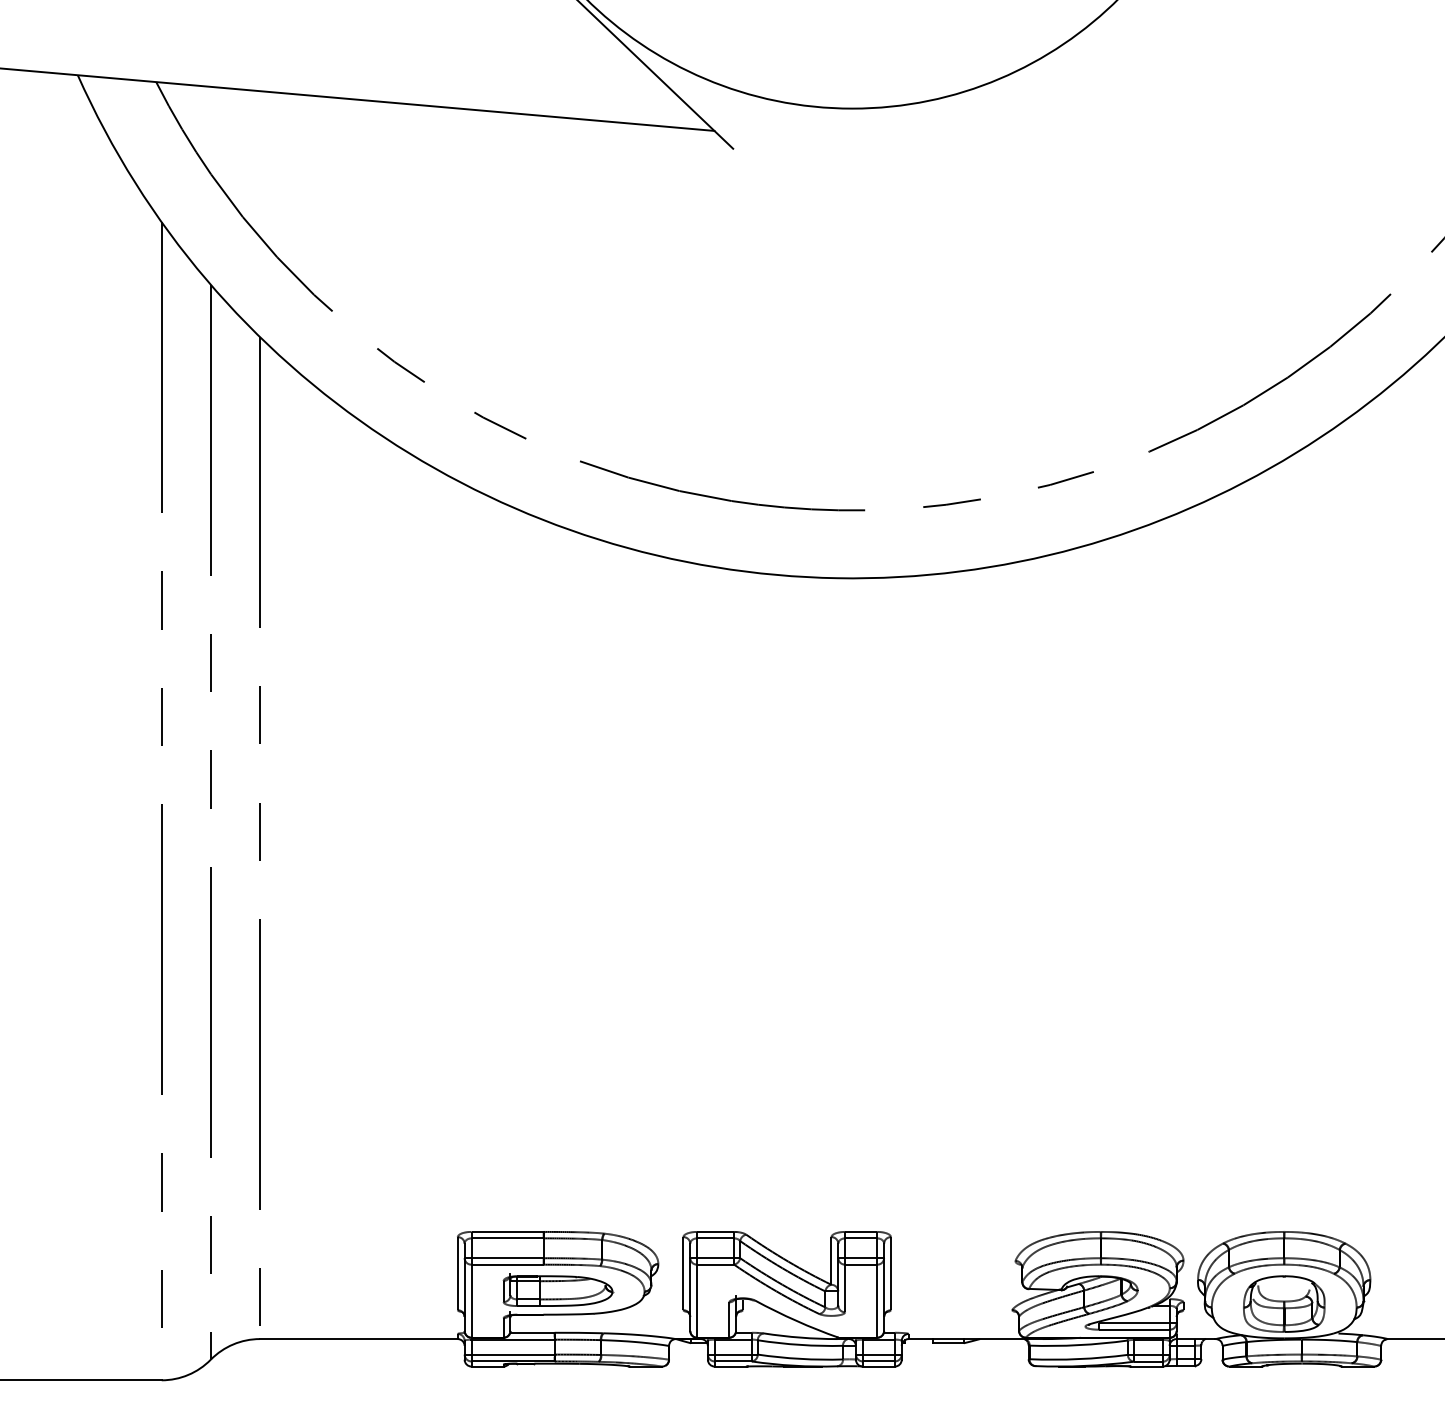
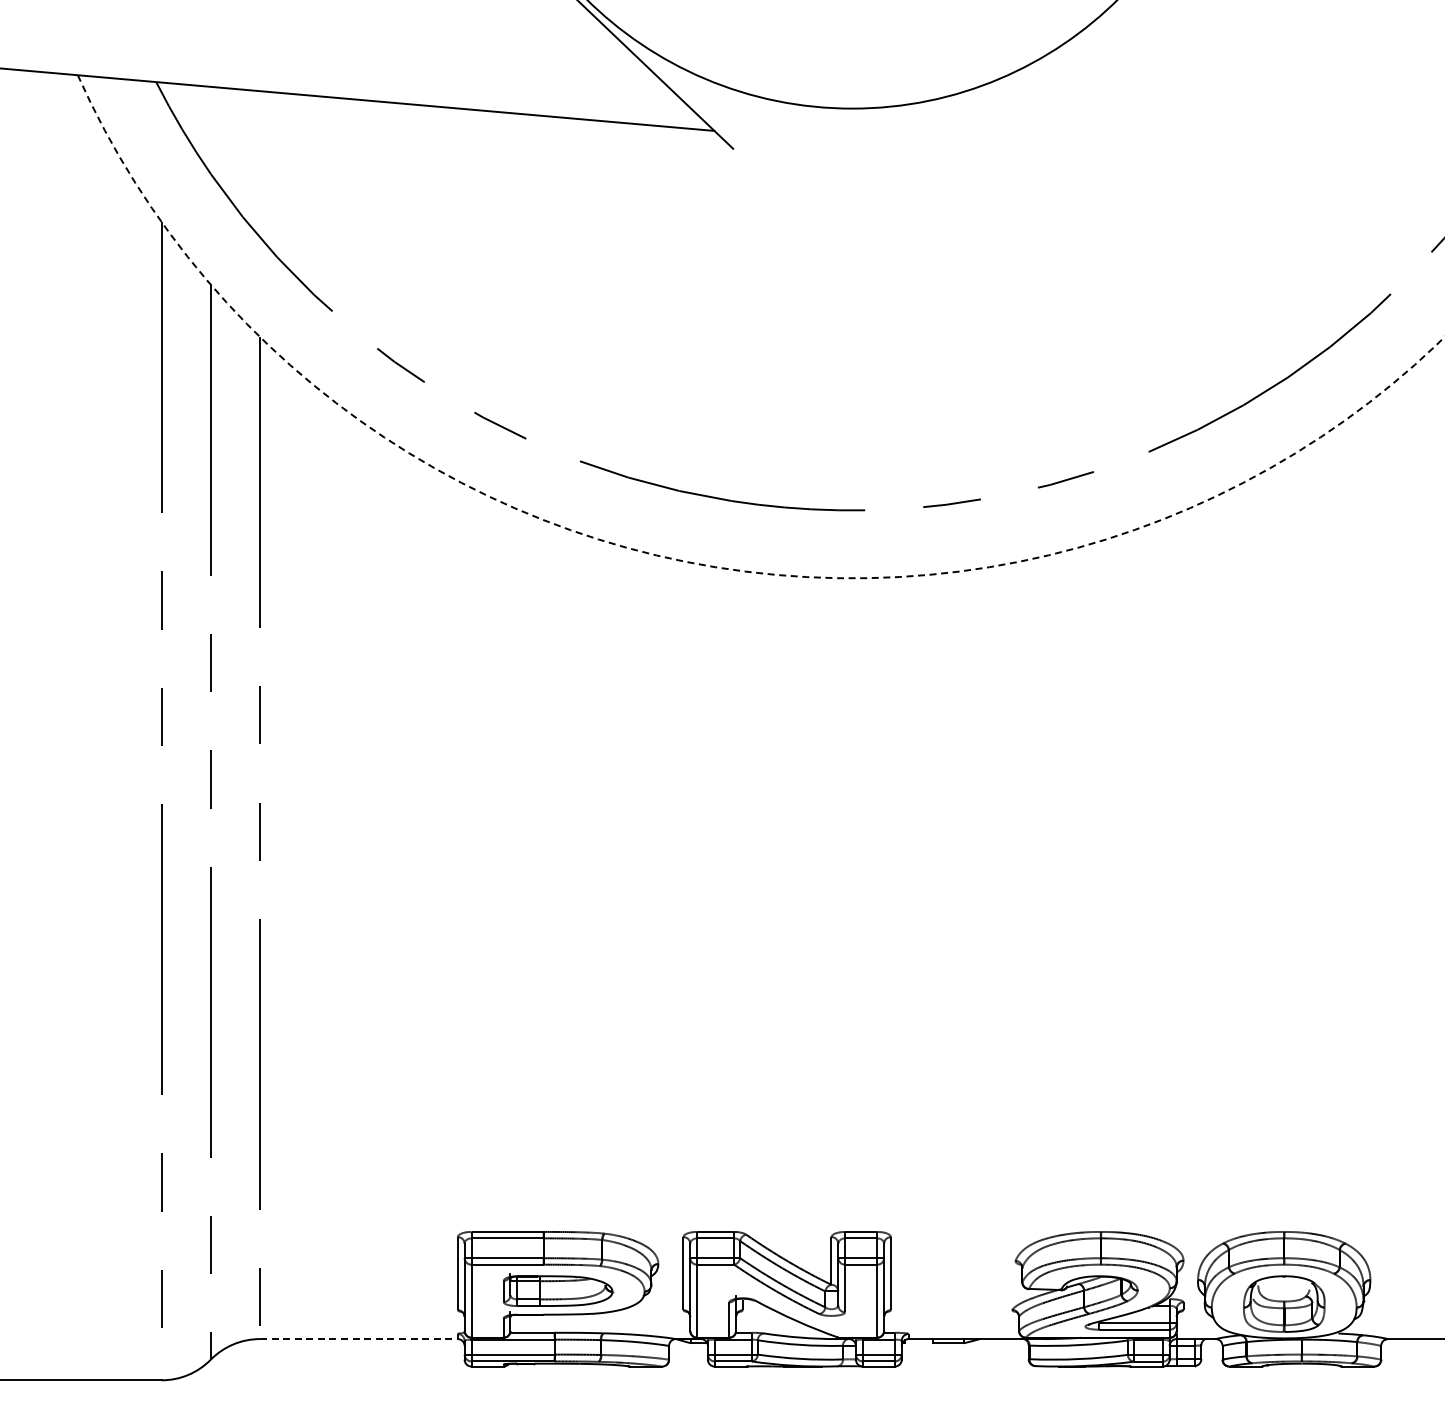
arc at (695, 563): solid -> dashed
line at (358, 1339): solid -> dashed
